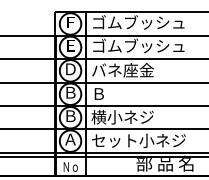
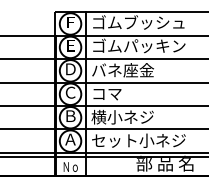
text at (154, 45): ゴムブッシュ -> ゴムパッキン
text at (70, 92): Ｂ -> Ｃ
text at (107, 94): Ｂ -> コマ
